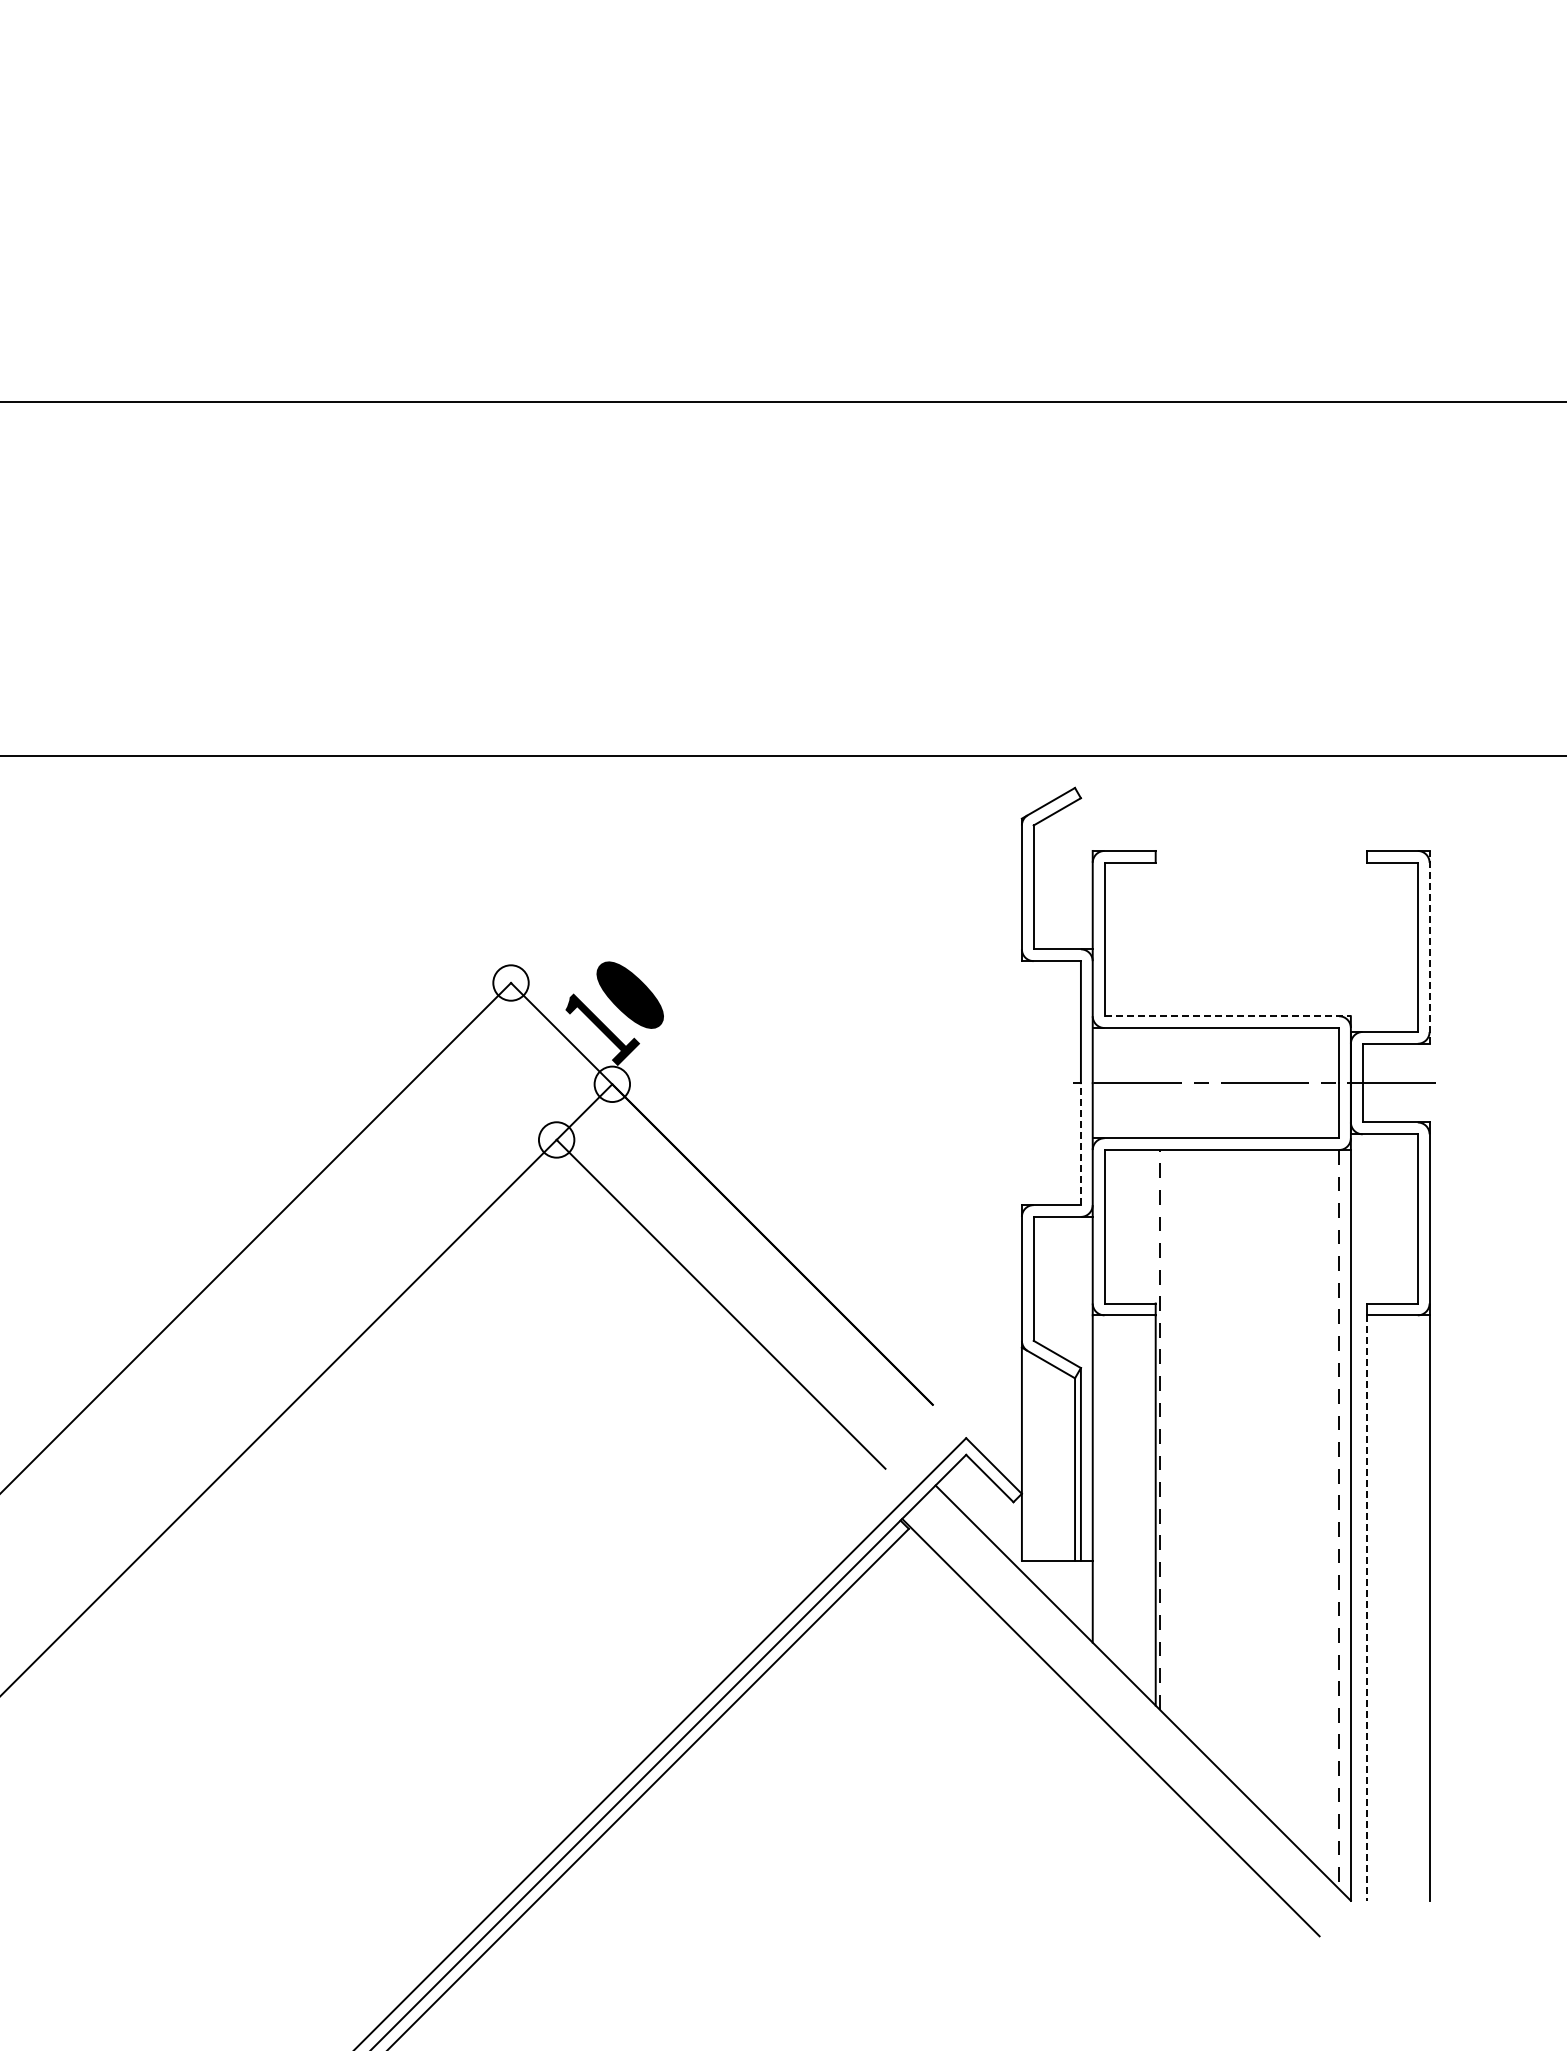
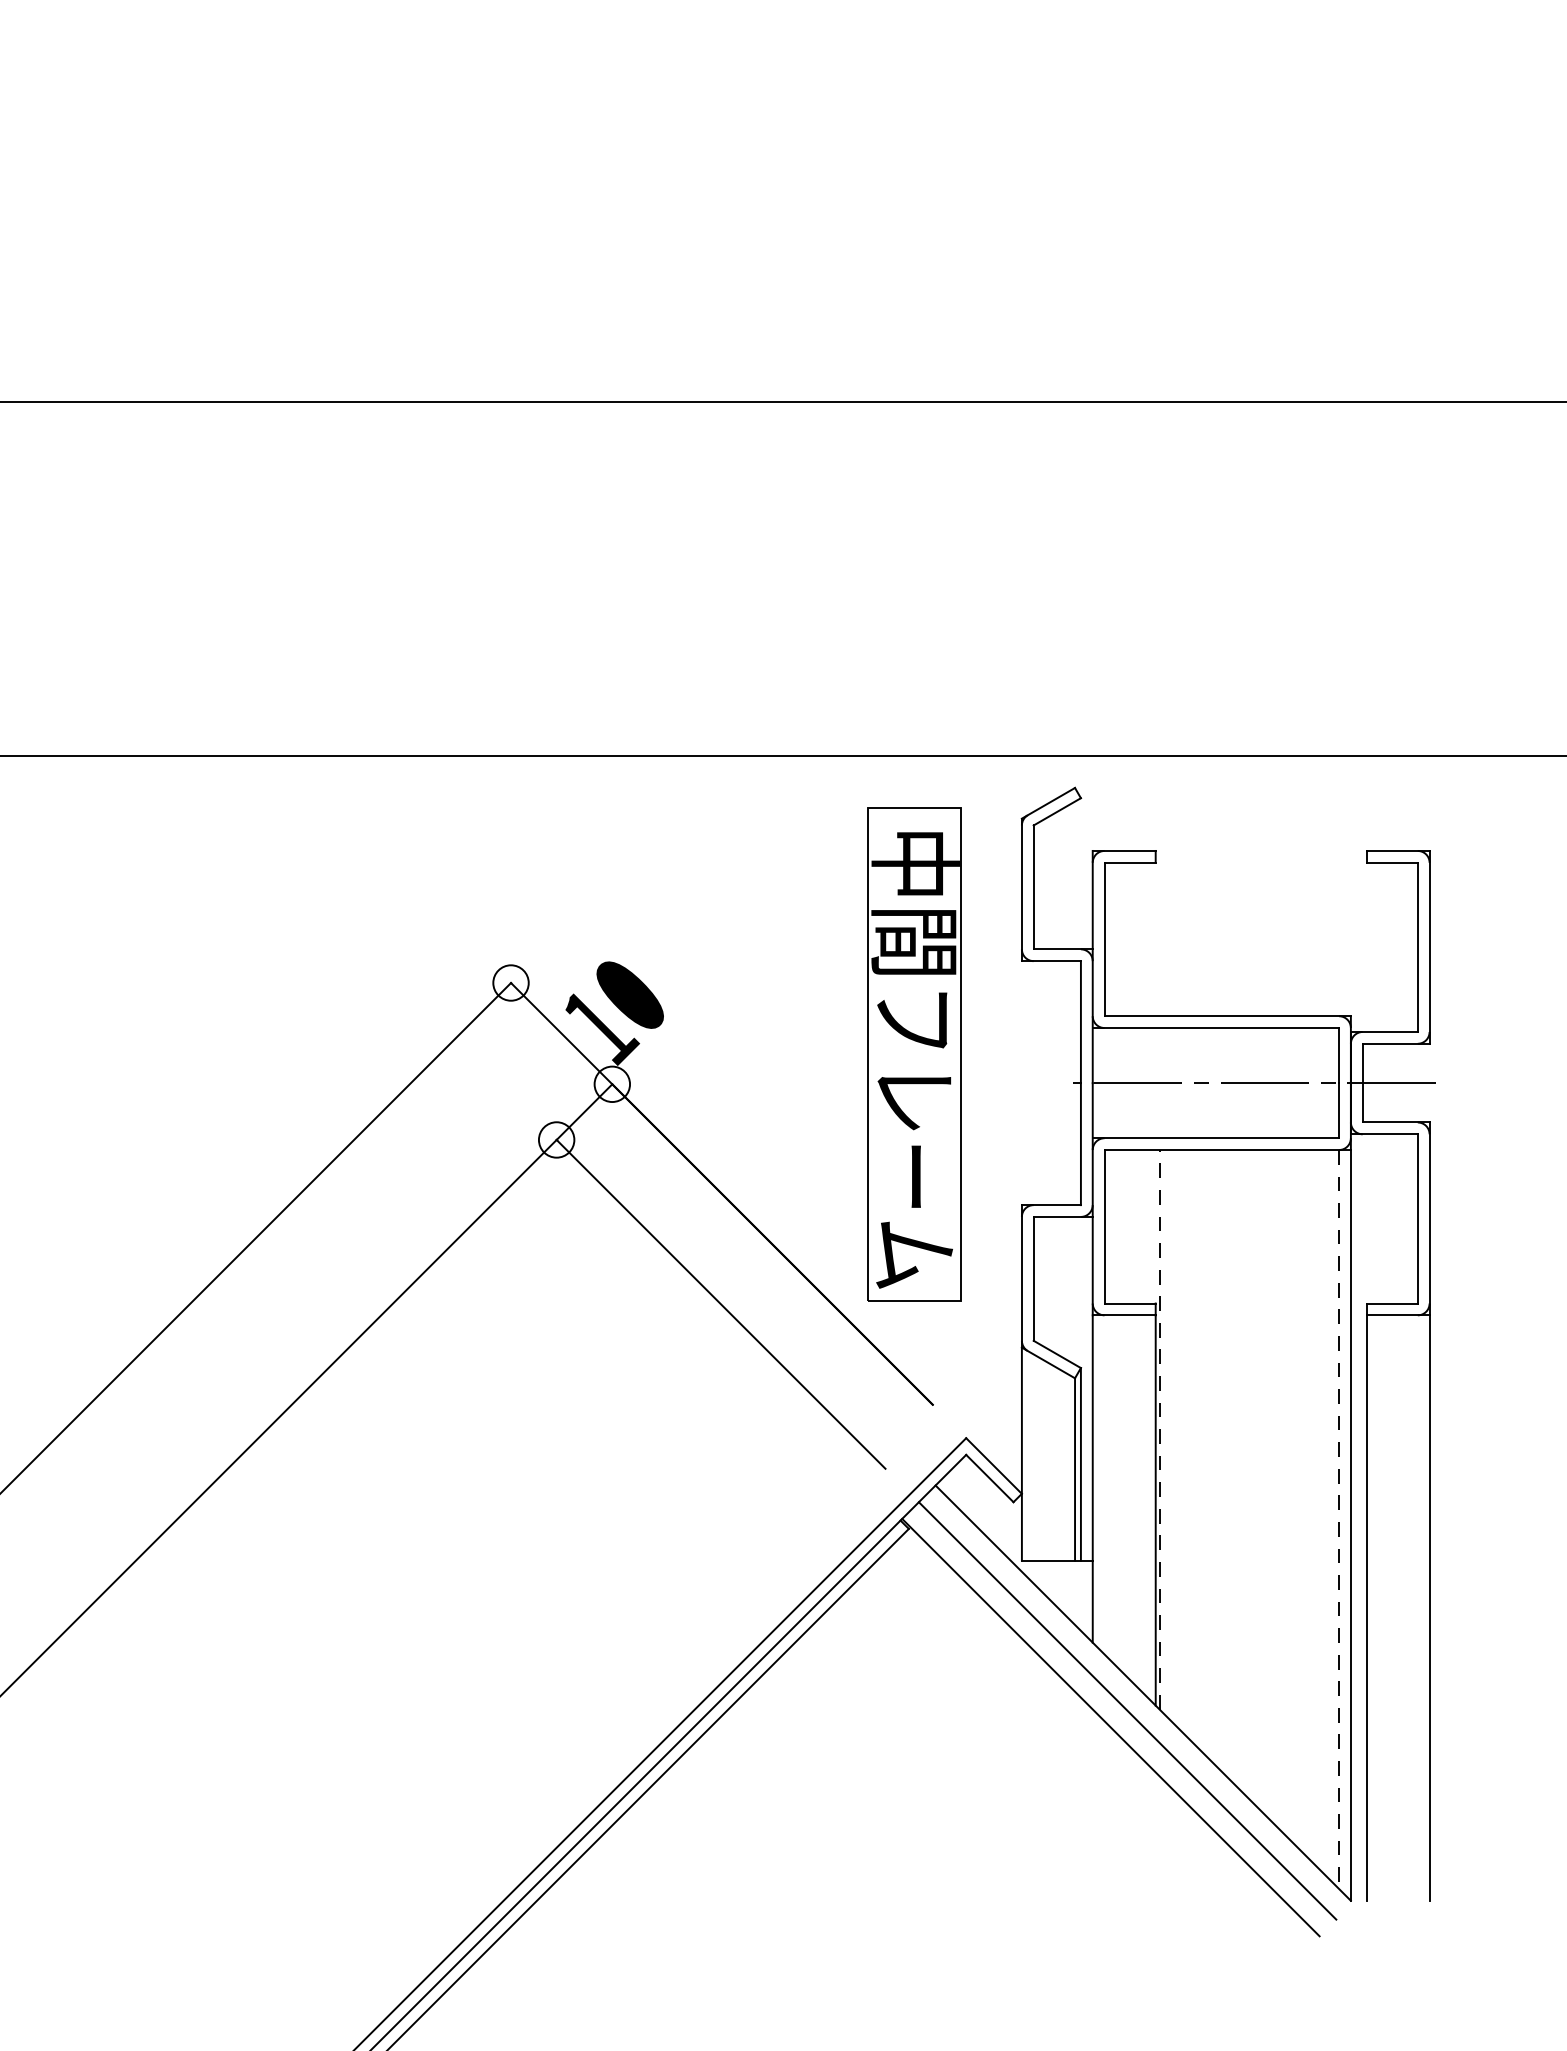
line at (1429, 946): dashed -> solid
line at (1228, 1016): dashed -> solid
part at (914, 1054): none -> present
line at (1080, 1144): dashed -> solid
line at (1366, 1608): dashed -> solid
line at (1127, 1710): none -> present
